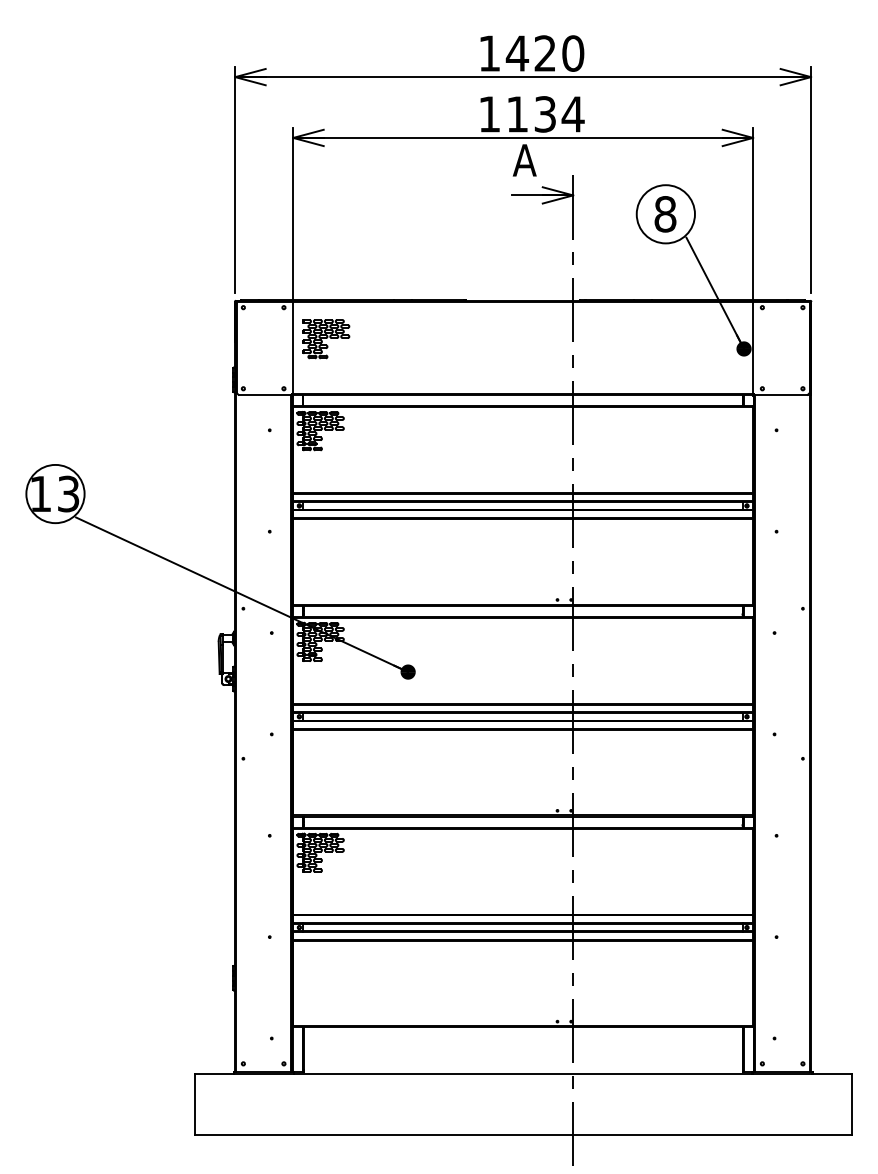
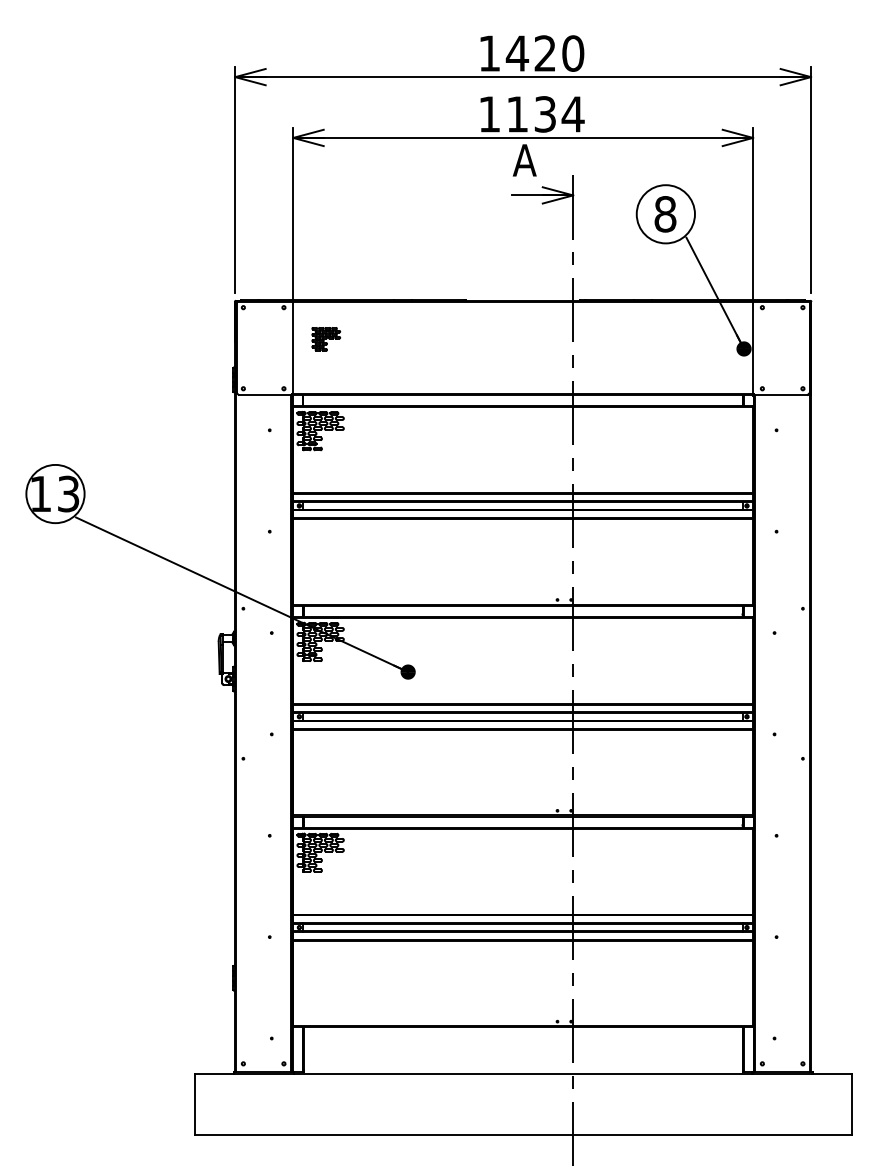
part at (326, 339) size: 49x41 px -> 31x25 px
